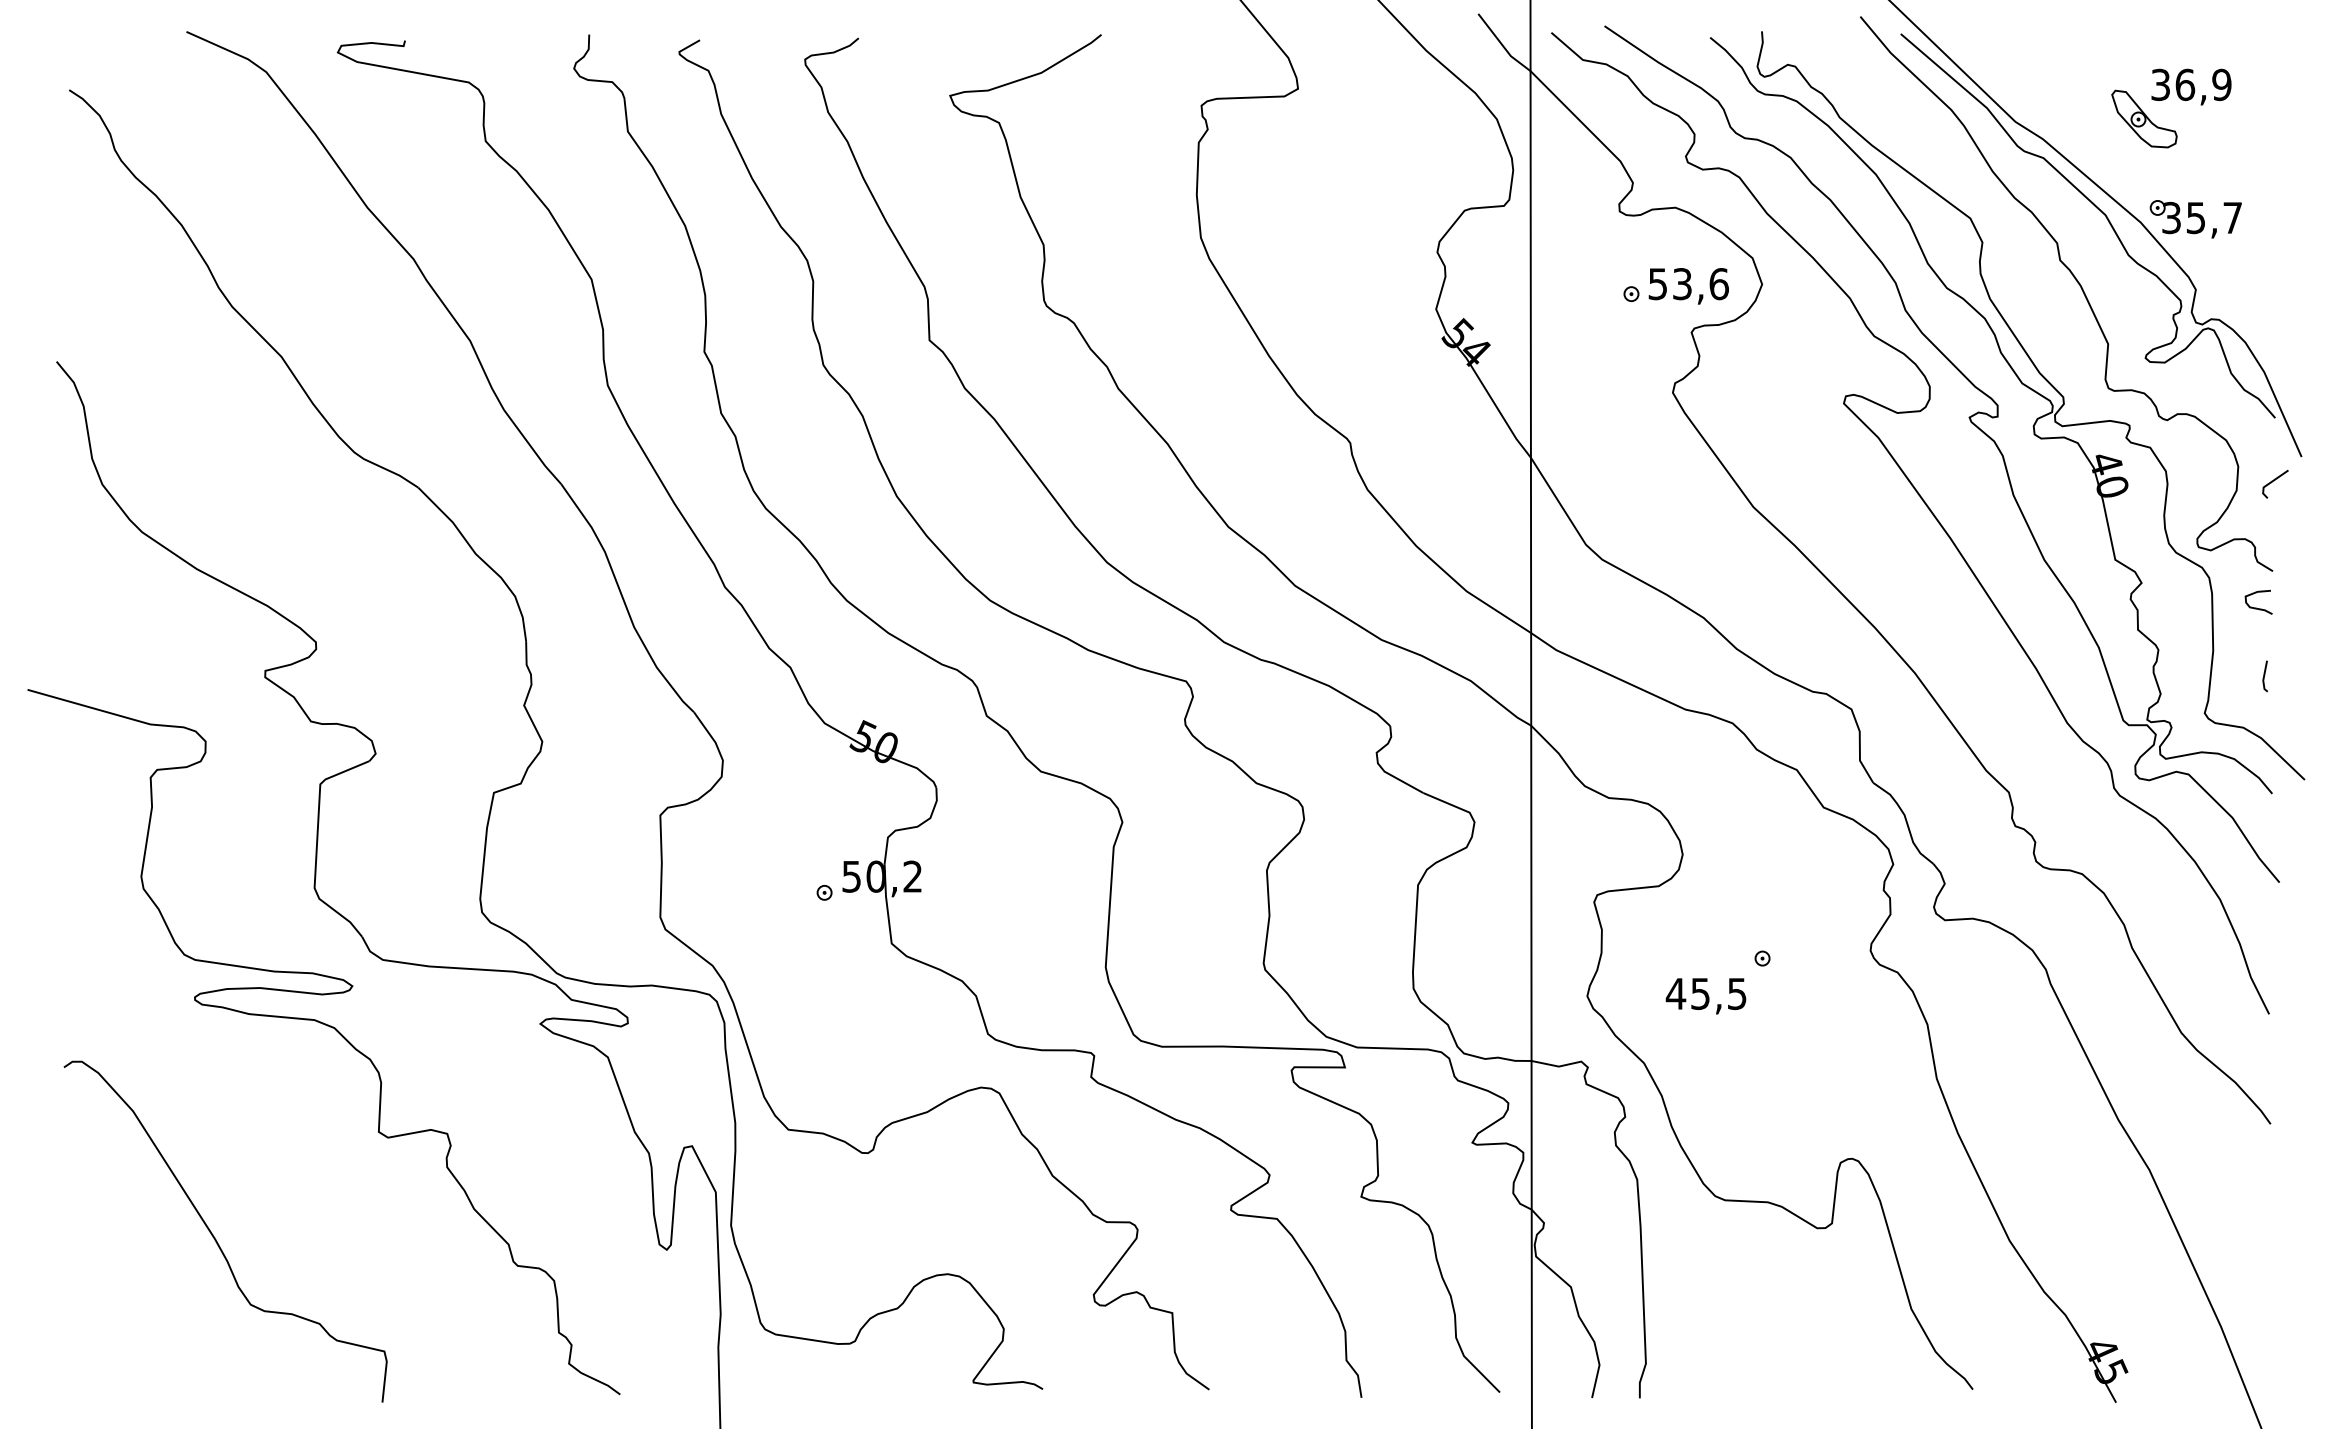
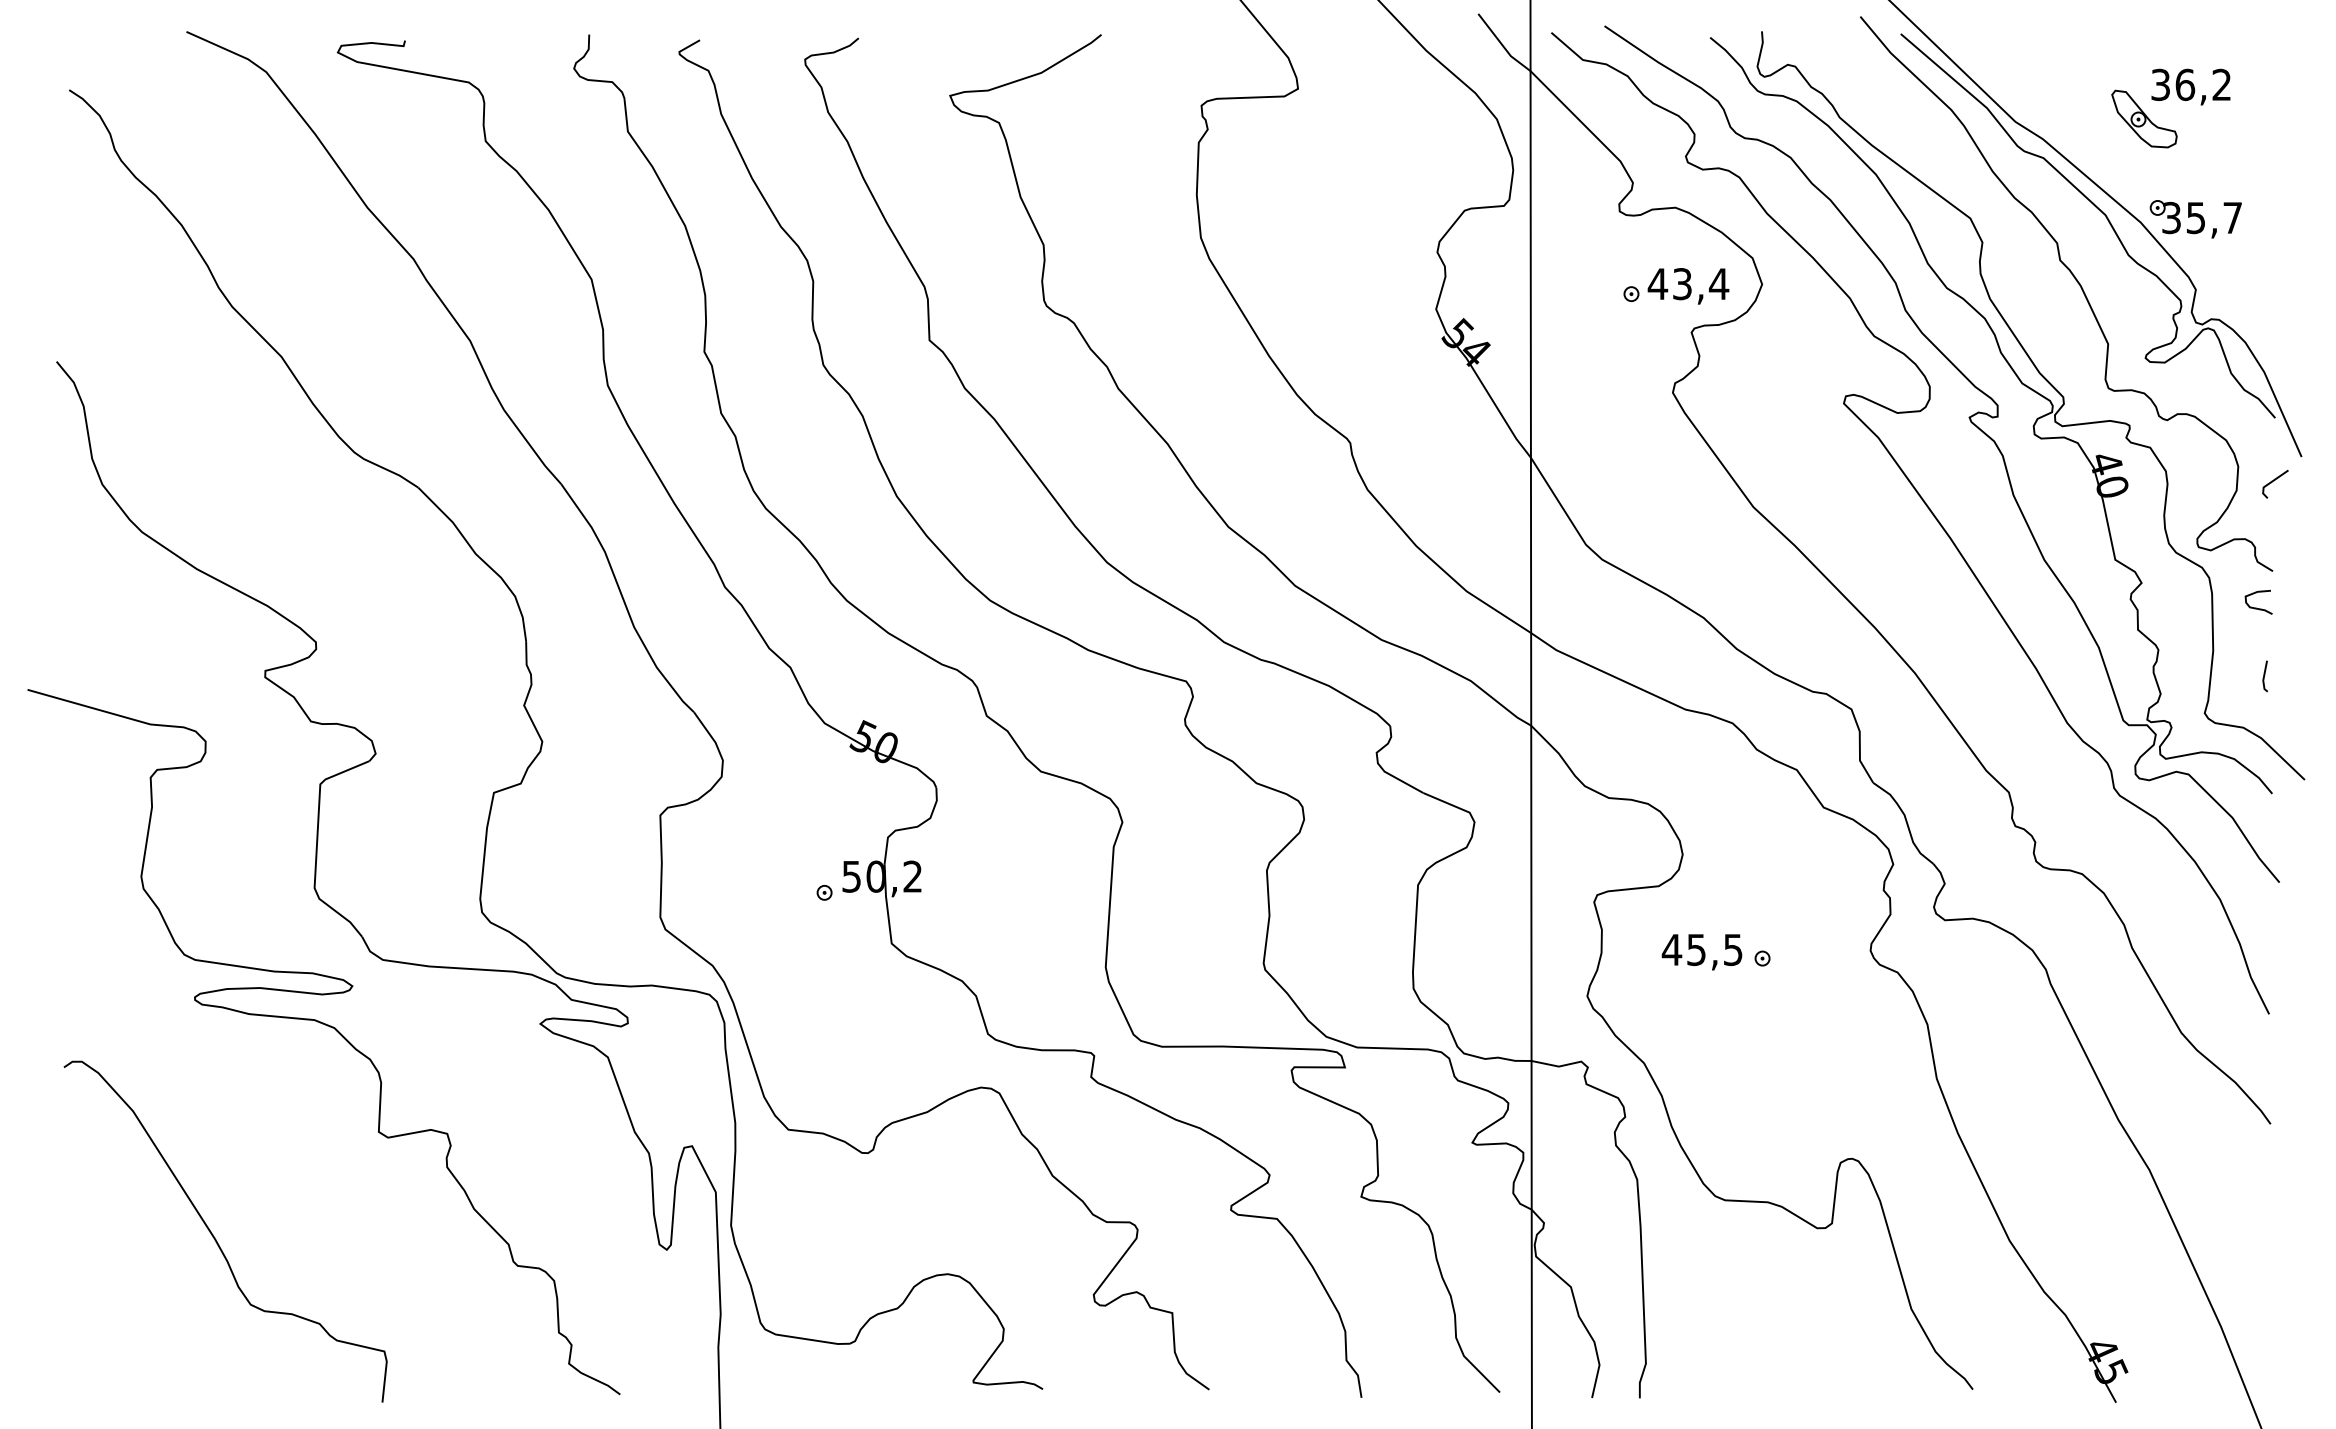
text at (2221, 84): 36,9 -> 36,2
text at (1688, 284): 53,6 -> 43,4
text at (1705, 996) position: (1705, 996) -> (1701, 952)
